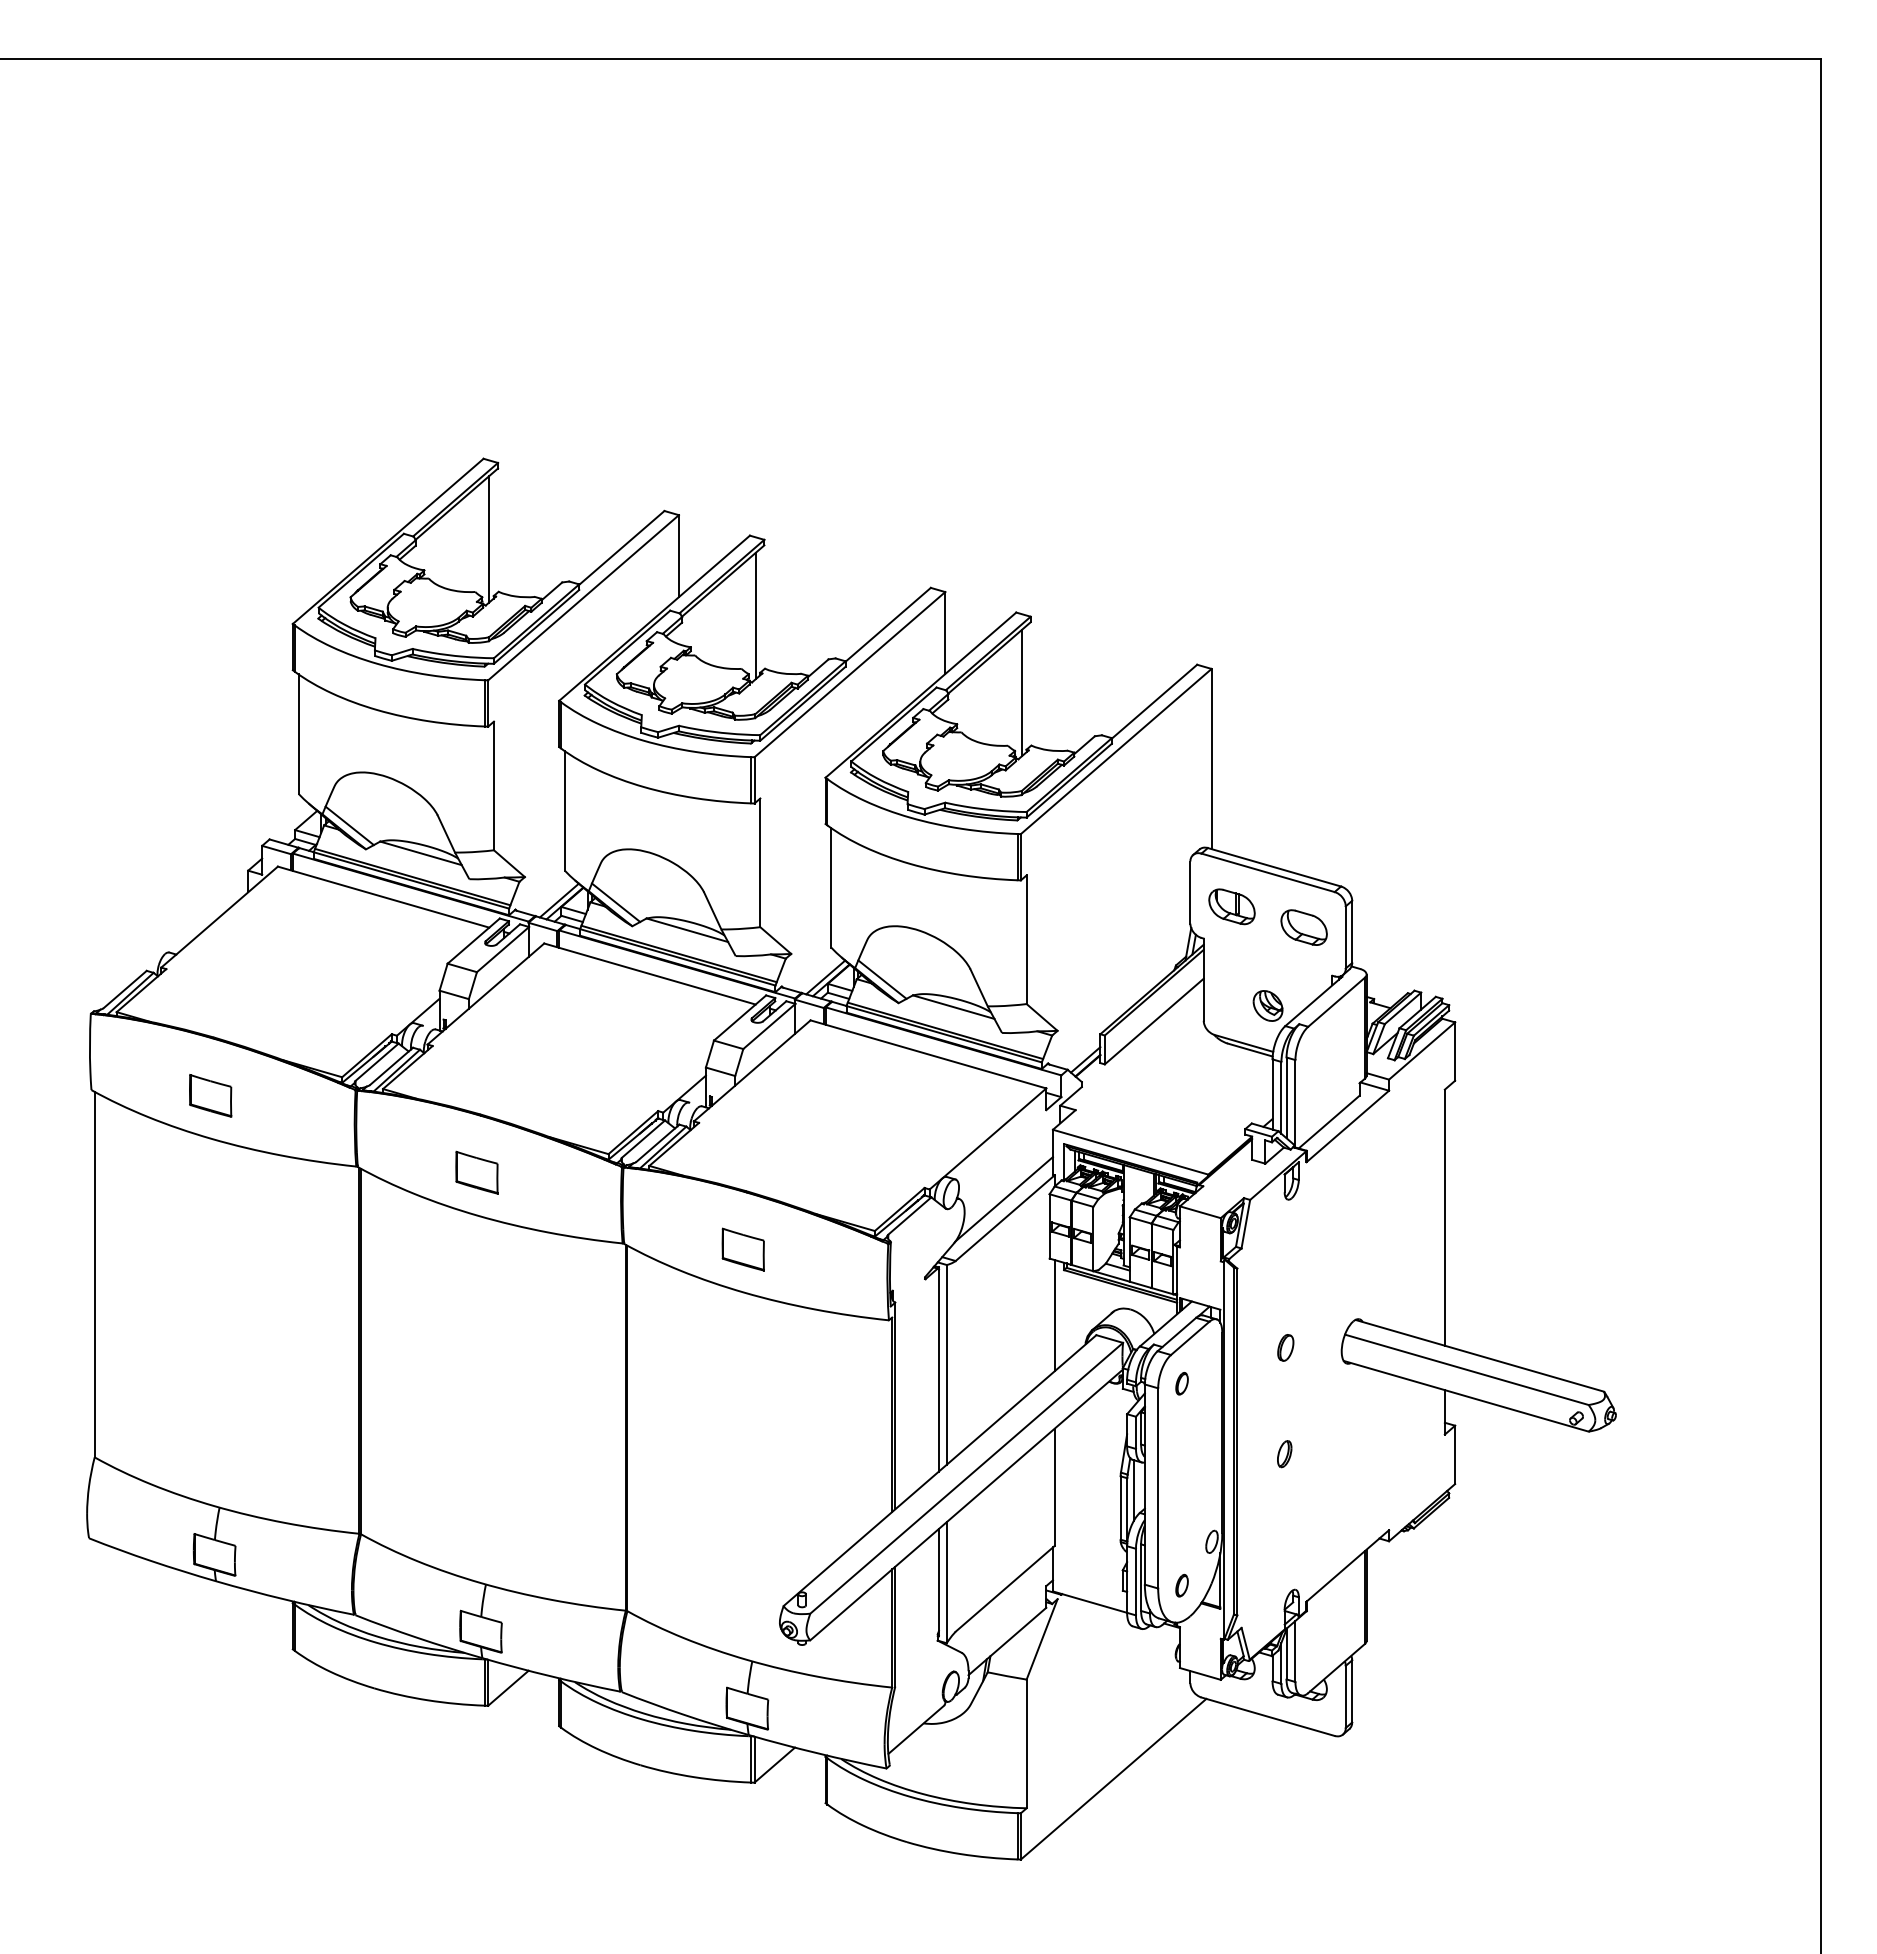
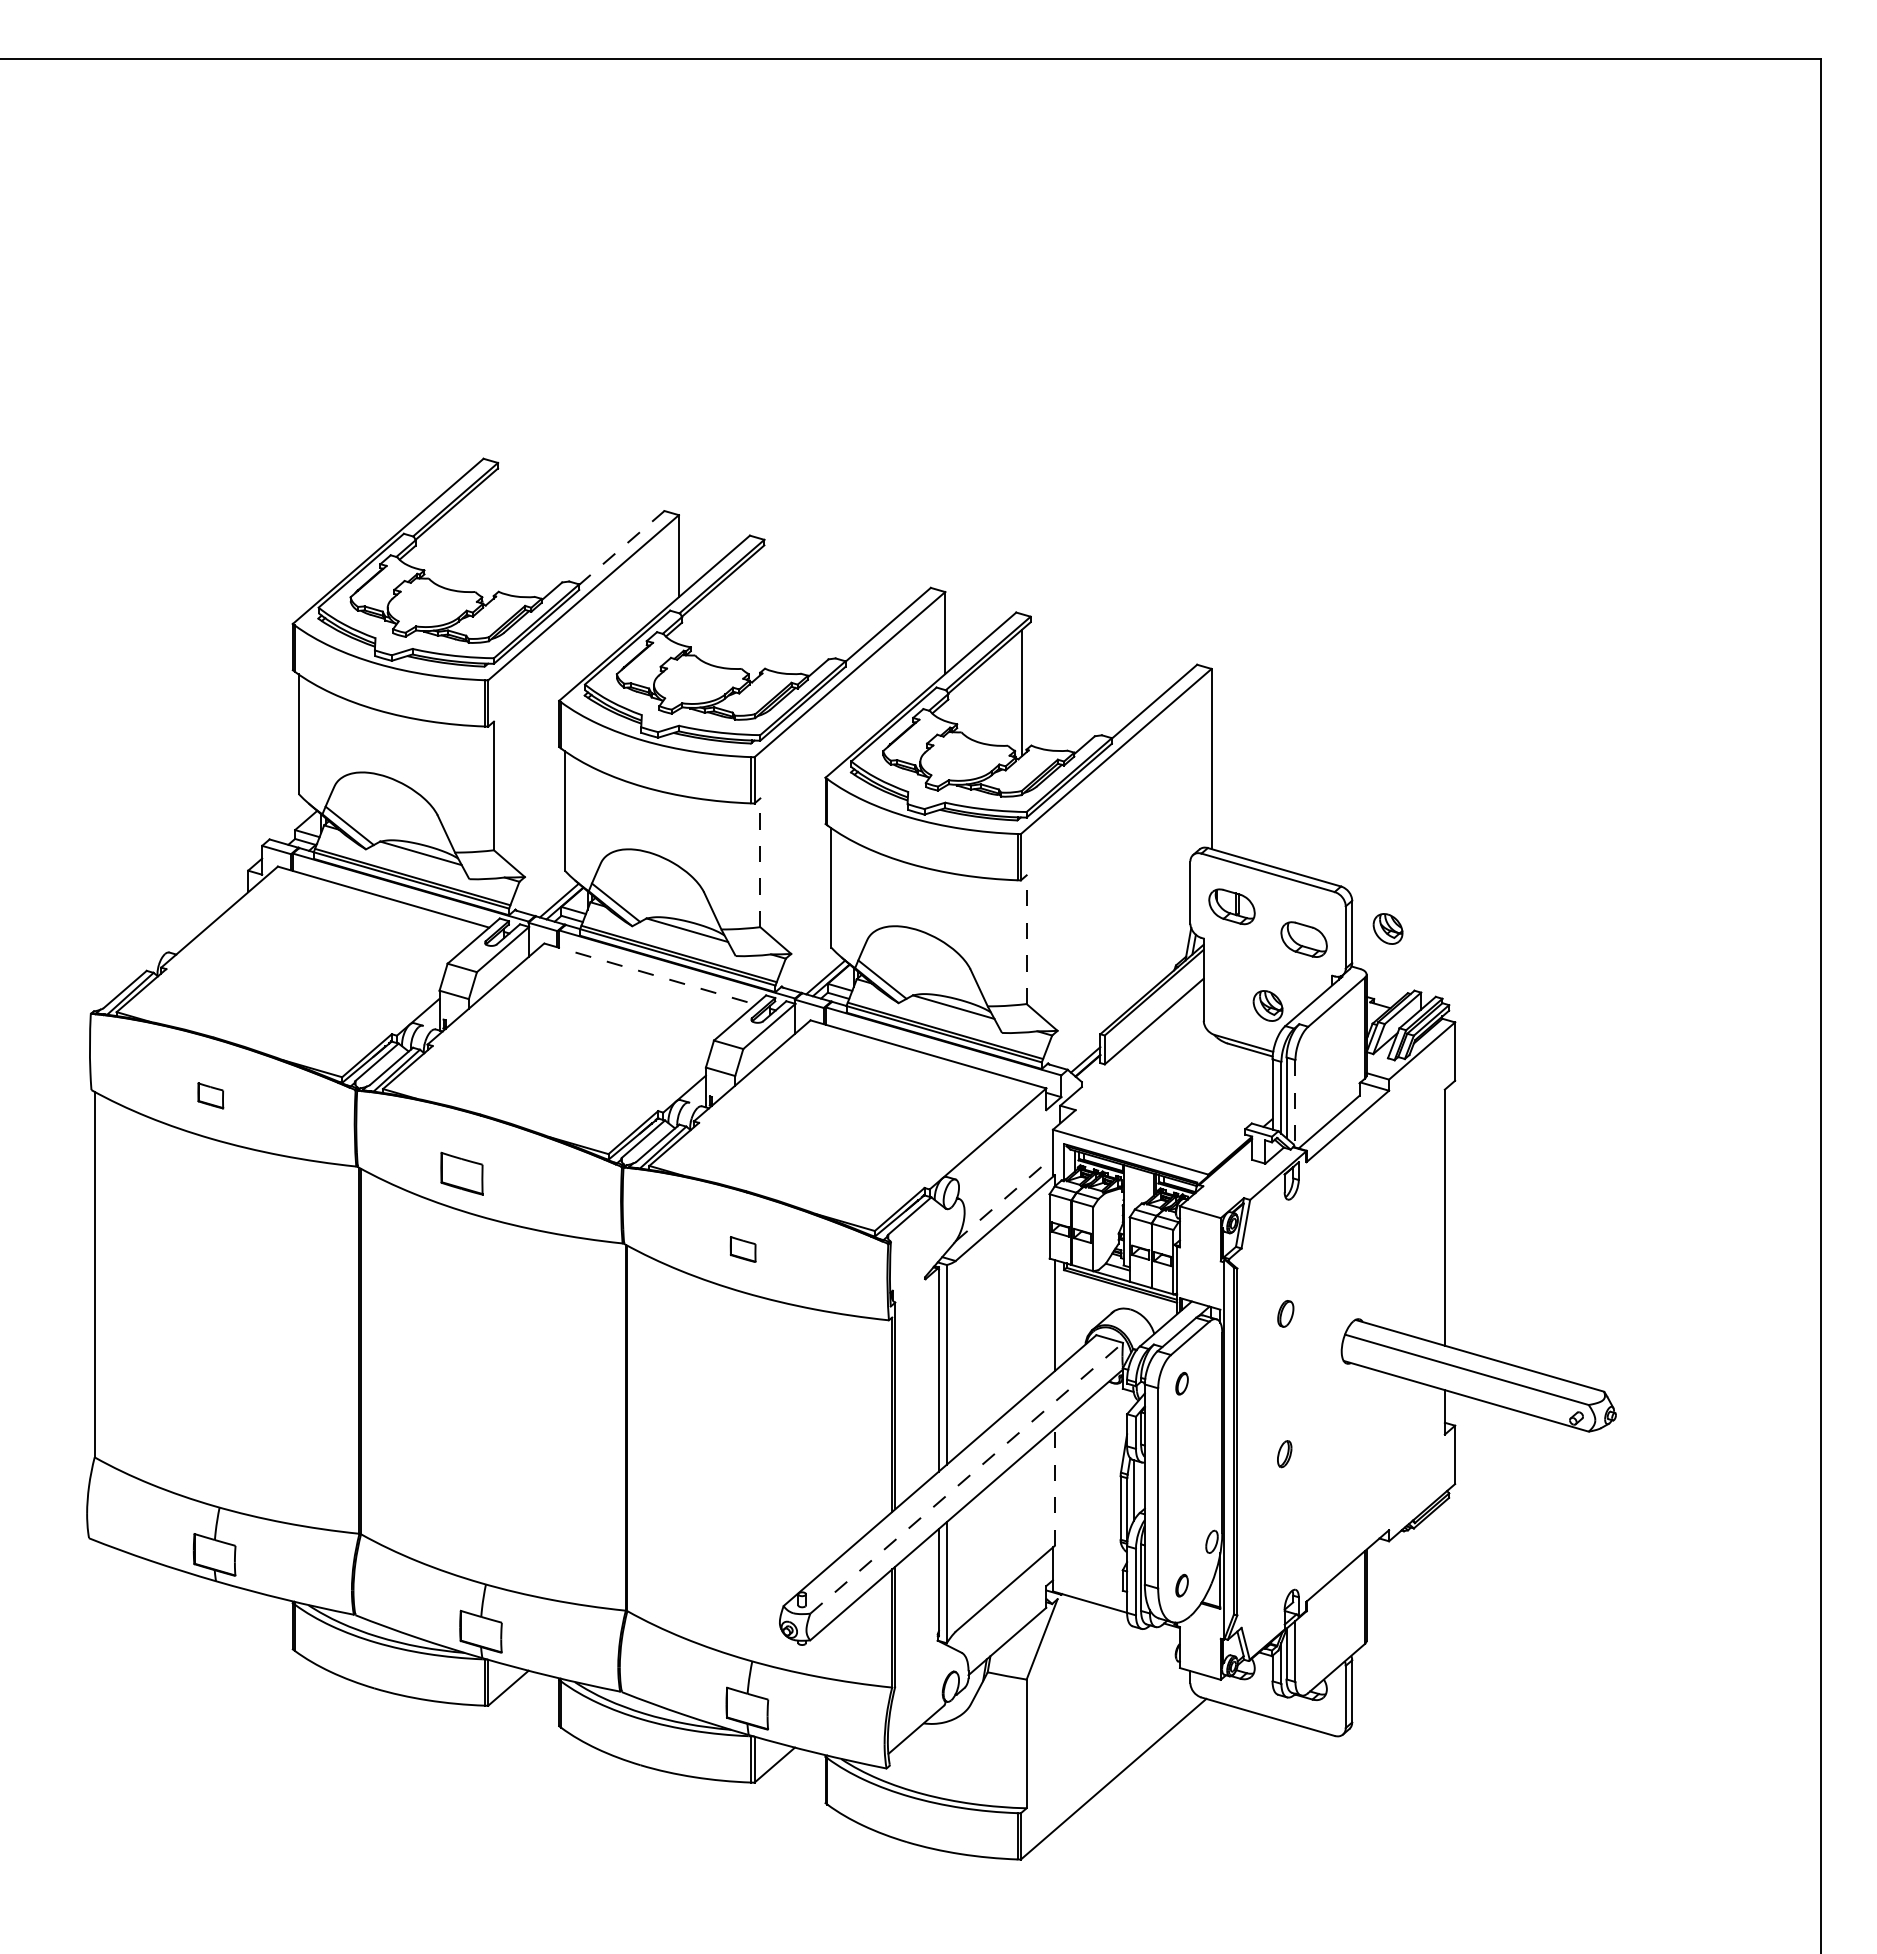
line at (489, 539): present -> none
line at (621, 548): solid -> dashed
line at (755, 616): present -> none
line at (760, 862): solid -> dashed
part at (1303, 927) position: (1303, 927) -> (1303, 939)
part at (1387, 928): none -> present
line at (1026, 939): solid -> dashed
line at (650, 974): solid -> dashed
part at (210, 1095) size: 44x44 px -> 28x28 px
line at (1295, 1103): solid -> dashed
part at (476, 1172) position: (476, 1172) -> (461, 1173)
line at (1004, 1199): solid -> dashed
part at (742, 1249) size: 44x45 px -> 28x27 px
part at (1285, 1347) position: (1285, 1347) -> (1285, 1313)
line at (966, 1478): solid -> dashed
line at (1054, 1487): solid -> dashed
